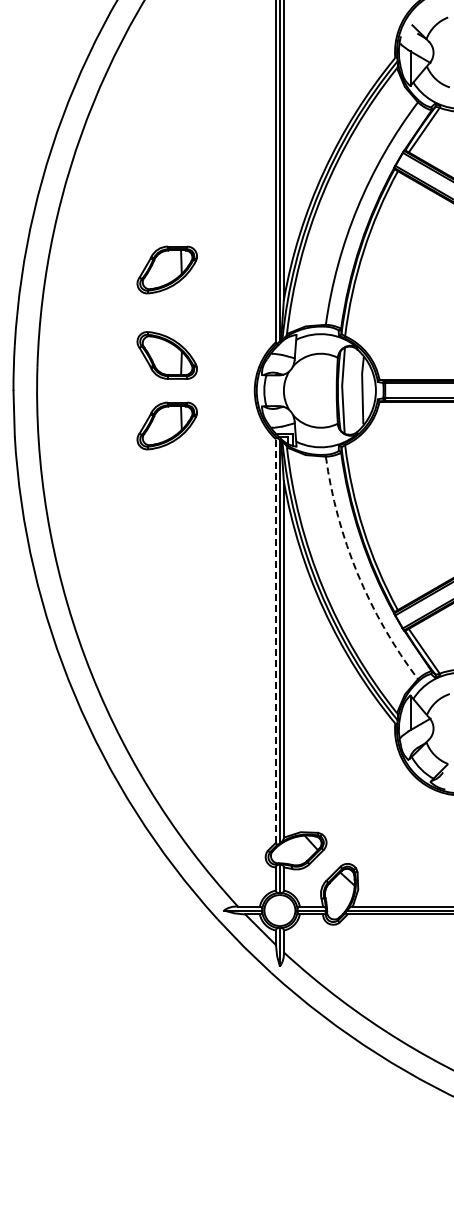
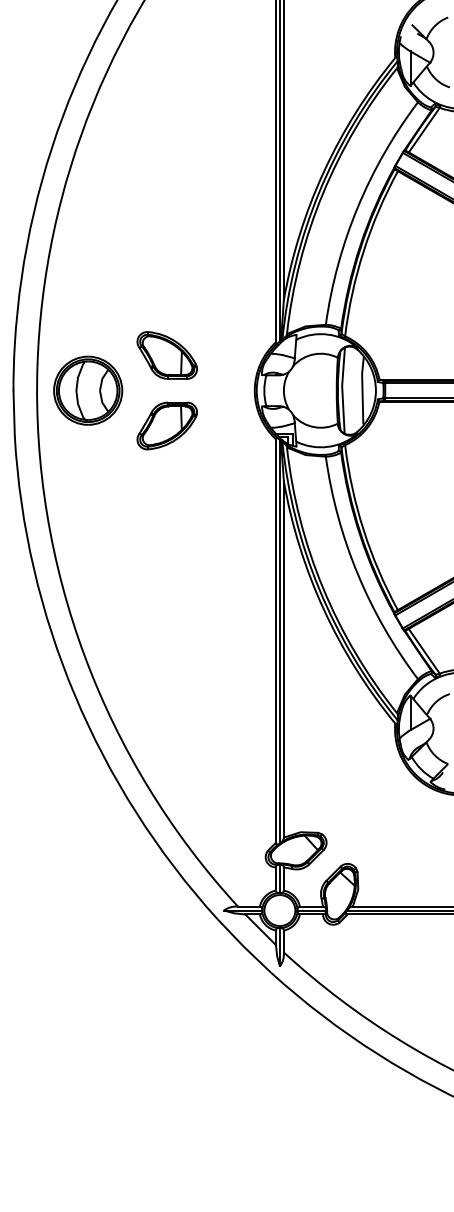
part at (166, 269): present -> none
part at (88, 390): none -> present
arc at (357, 573): dashed -> solid
line at (275, 641): dashed -> solid
